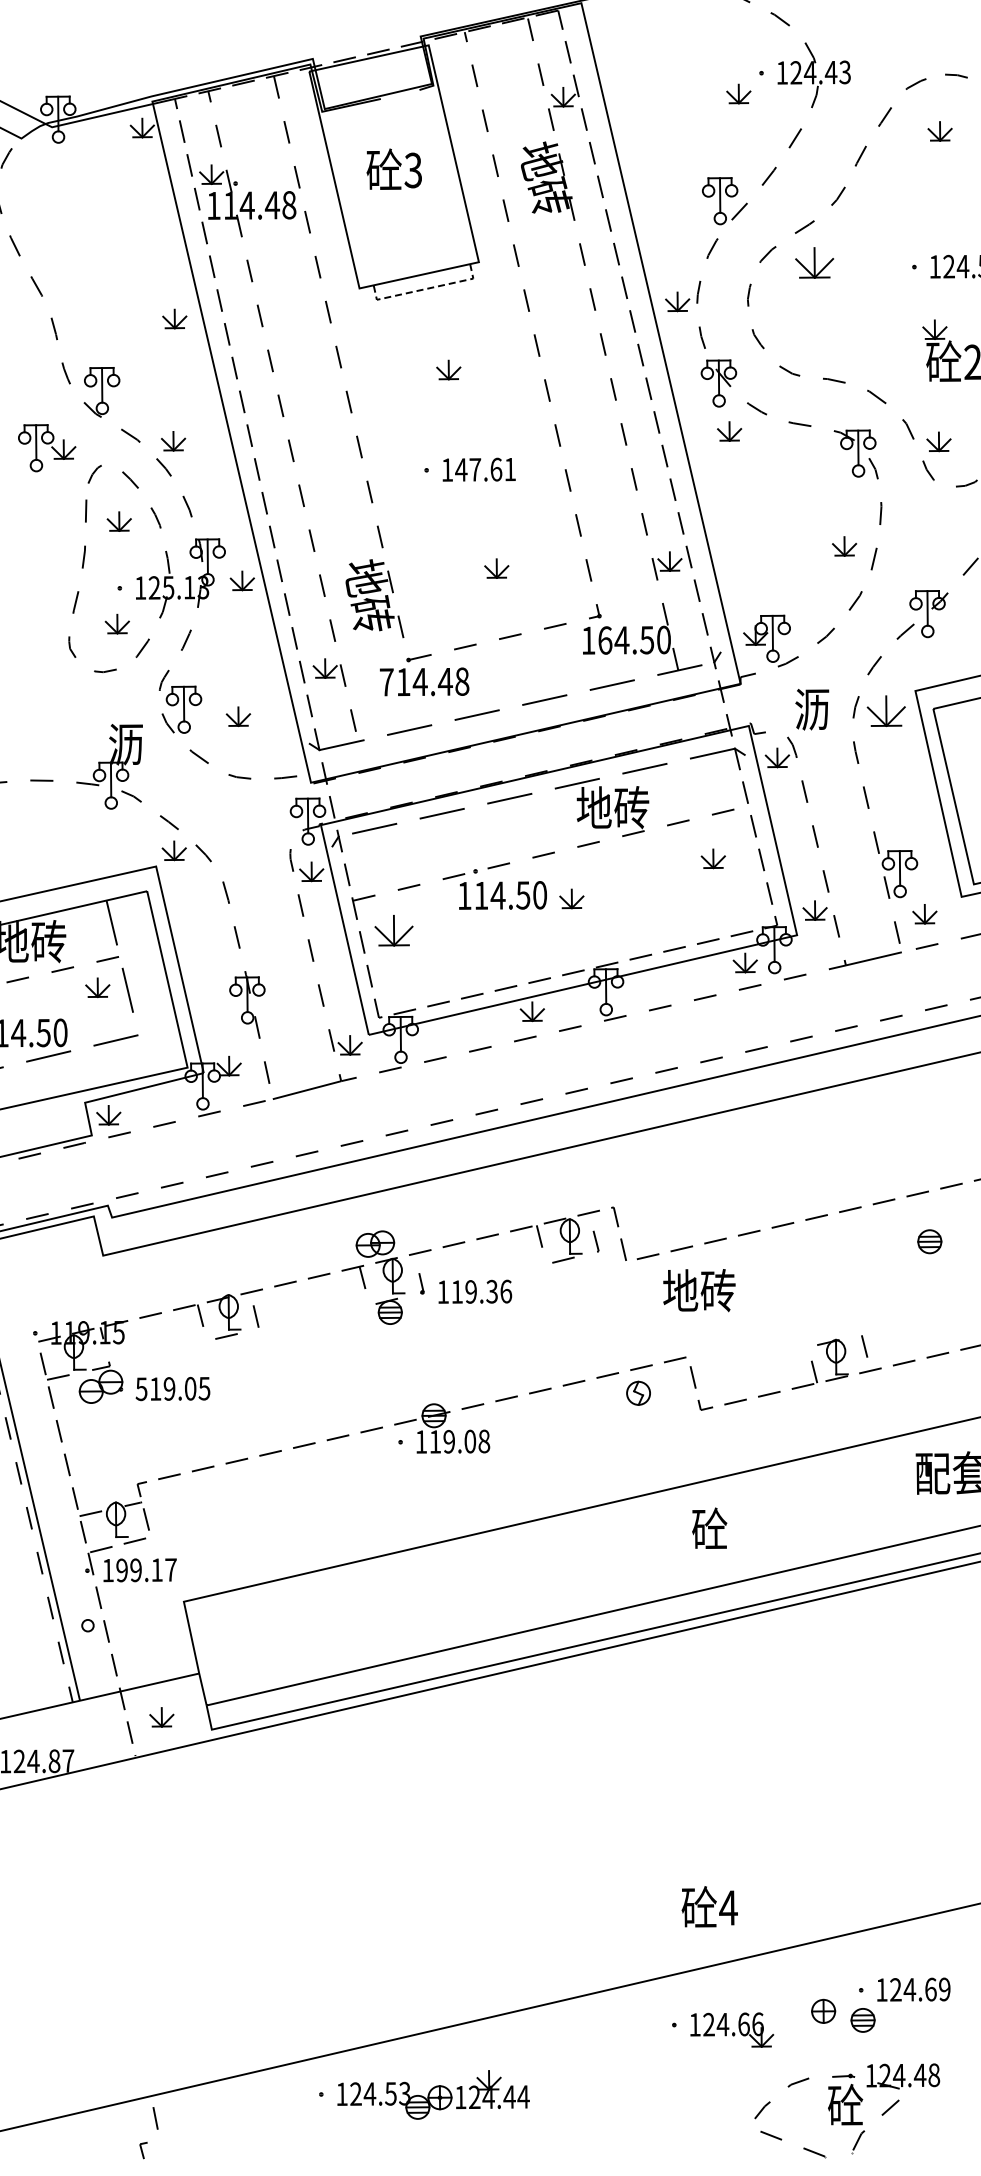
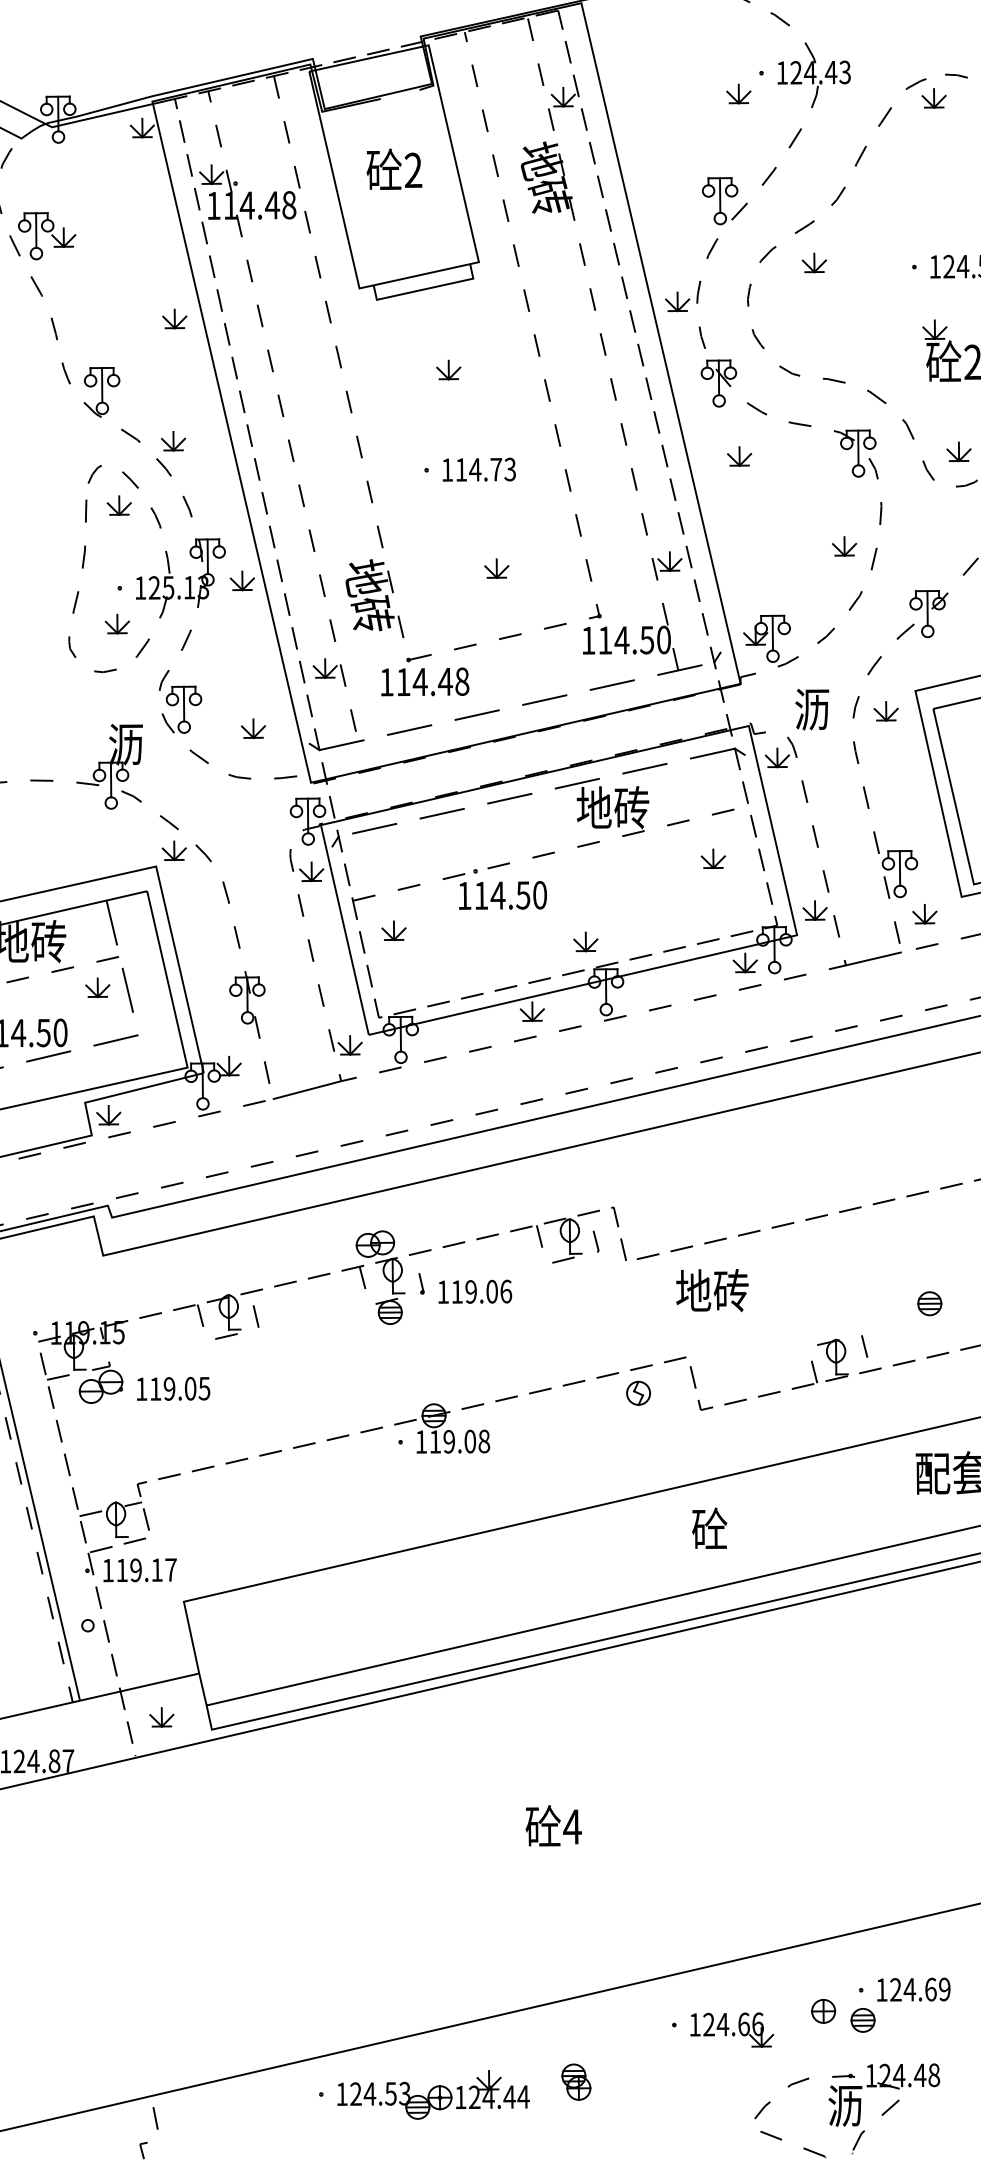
part at (939, 131) position: (939, 131) -> (933, 98)
text at (413, 170): 3 -> 2
part at (814, 262) size: 39x32 px -> 26x22 px
line at (424, 289): dashed -> solid
part at (729, 431) position: (729, 431) -> (739, 456)
part at (938, 441) position: (938, 441) -> (958, 451)
part at (47, 448) position: (47, 448) -> (47, 236)
text at (485, 469): 147.61 -> 114.73
part at (118, 521) position: (118, 521) -> (118, 505)
text at (605, 640): 164.50 -> 114.50
text at (386, 682): 714.48 -> 114.48
part at (885, 710) size: 40x32 px -> 26x21 px
part at (238, 716) position: (238, 716) -> (253, 728)
part at (571, 898) position: (571, 898) -> (585, 941)
part at (393, 930) size: 40x32 px -> 26x22 px
part at (929, 1241) position: (929, 1241) -> (929, 1303)
text at (699, 1290) position: (699, 1290) -> (712, 1290)
text at (491, 1291): 119.36 -> 119.06
text at (141, 1389): 519.05 -> 119.05
text at (121, 1570): 199.17 -> 119.17
text at (709, 1906) position: (709, 1906) -> (553, 1825)
part at (576, 2081): none -> present
text at (845, 2104): 砼 -> 沥
